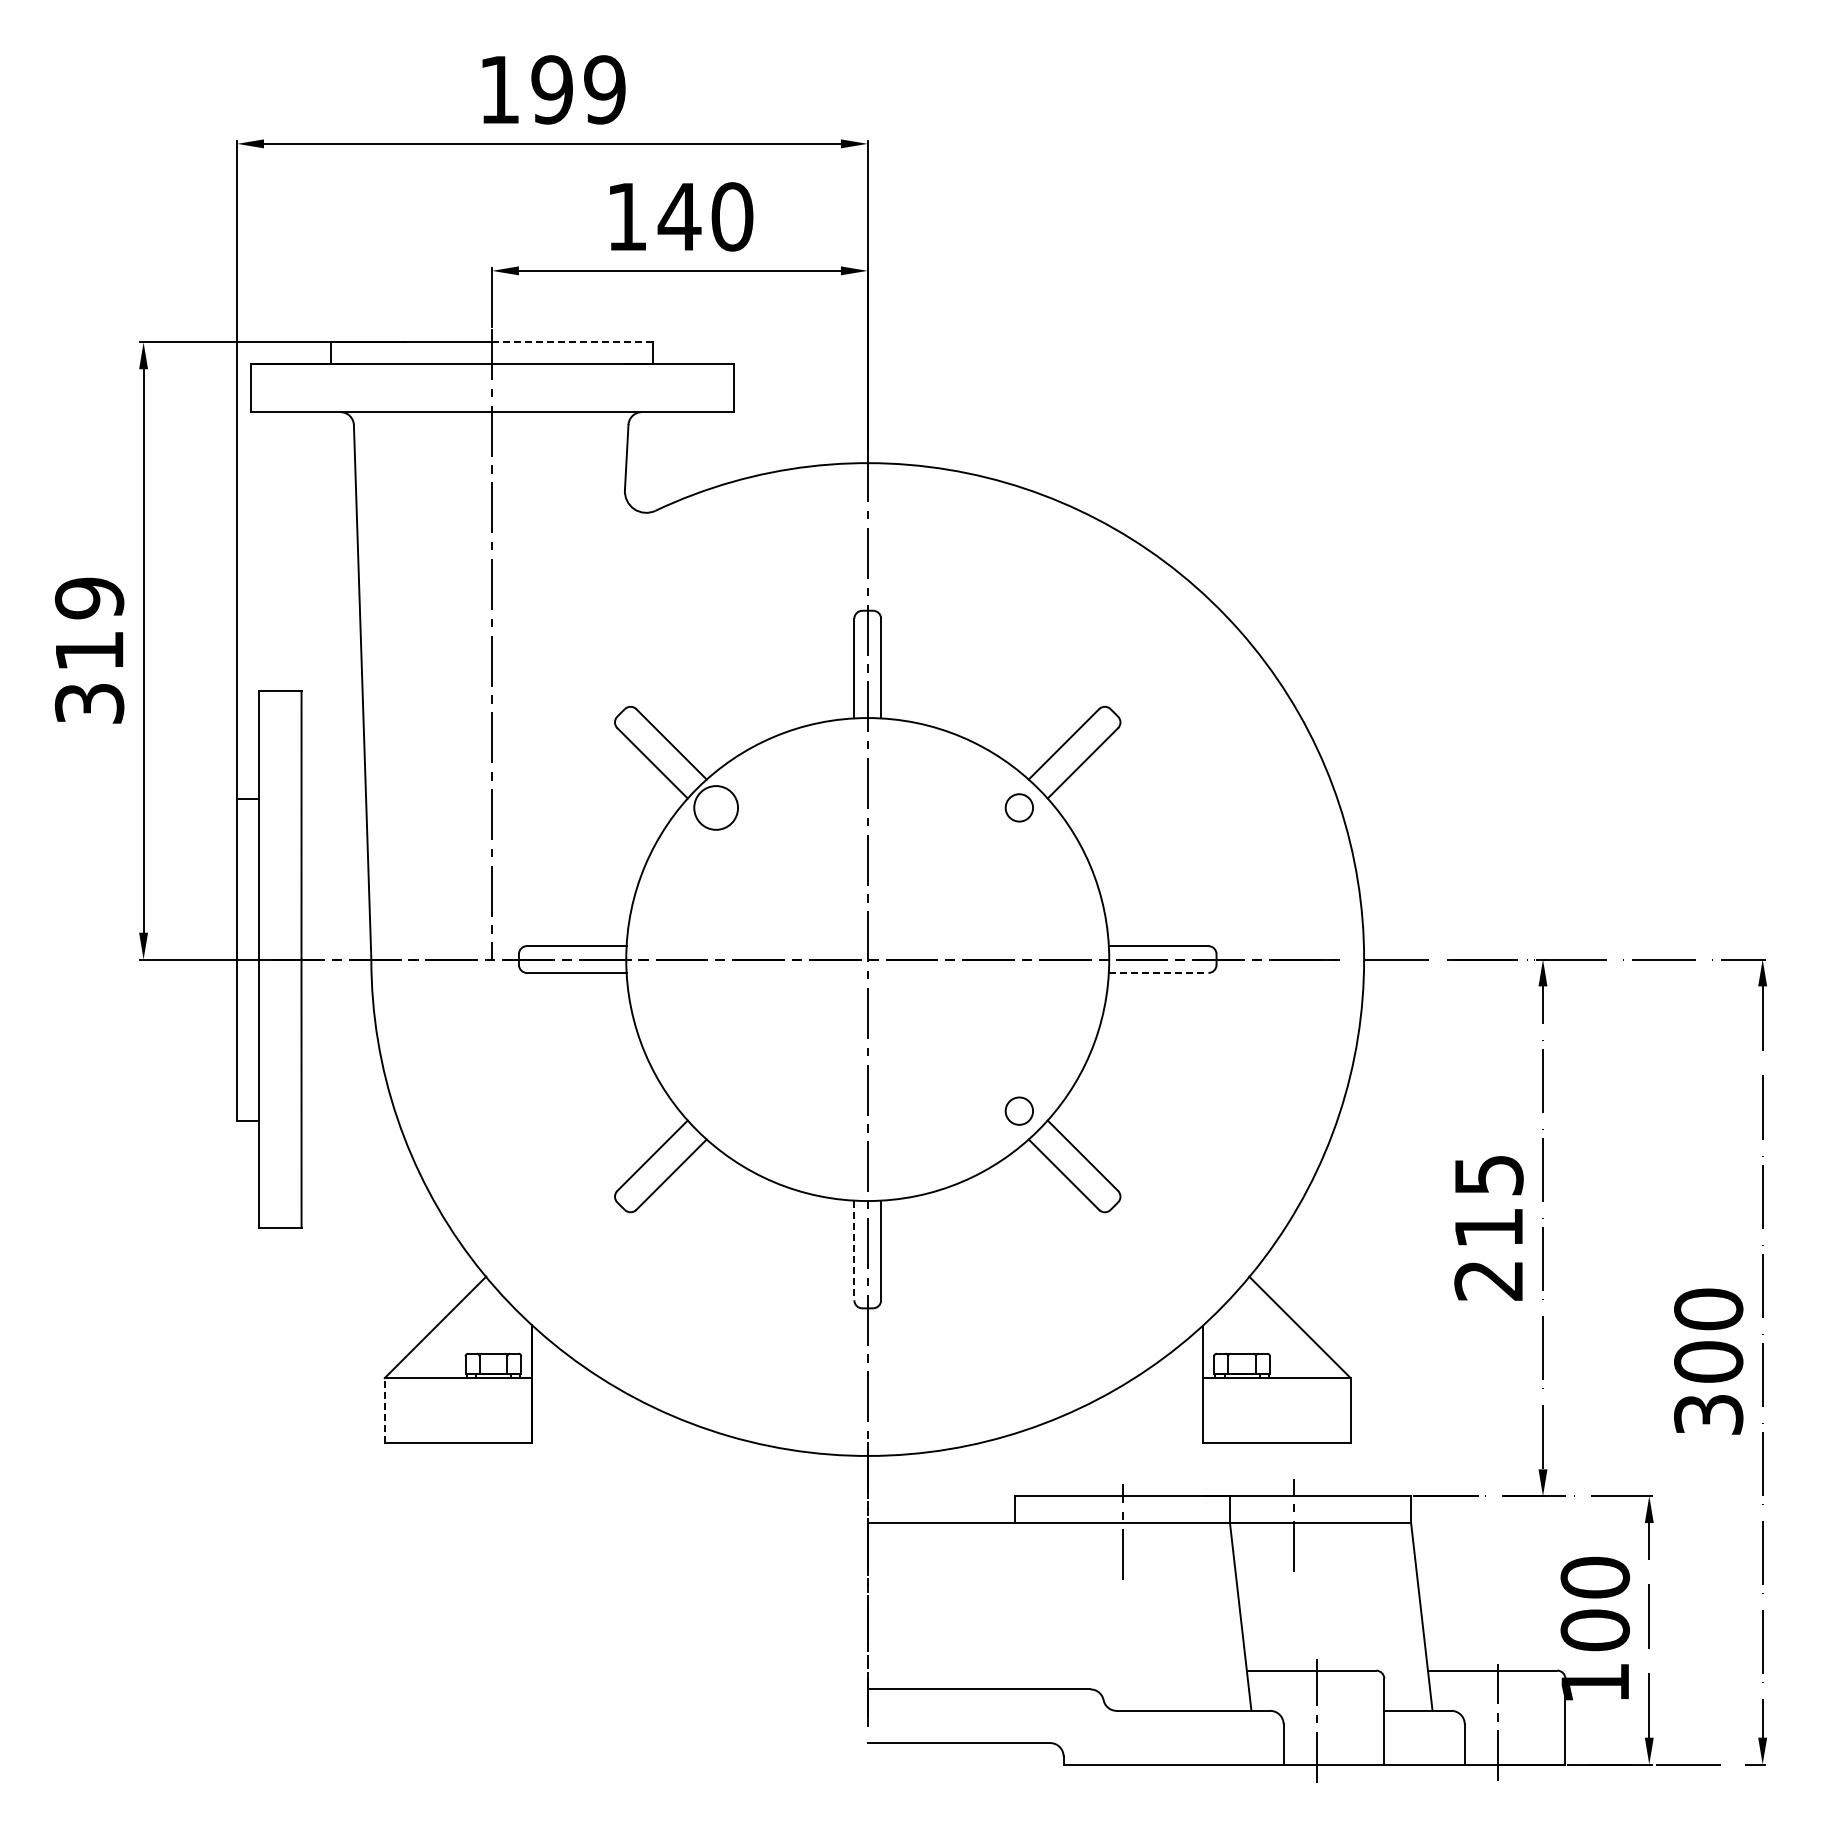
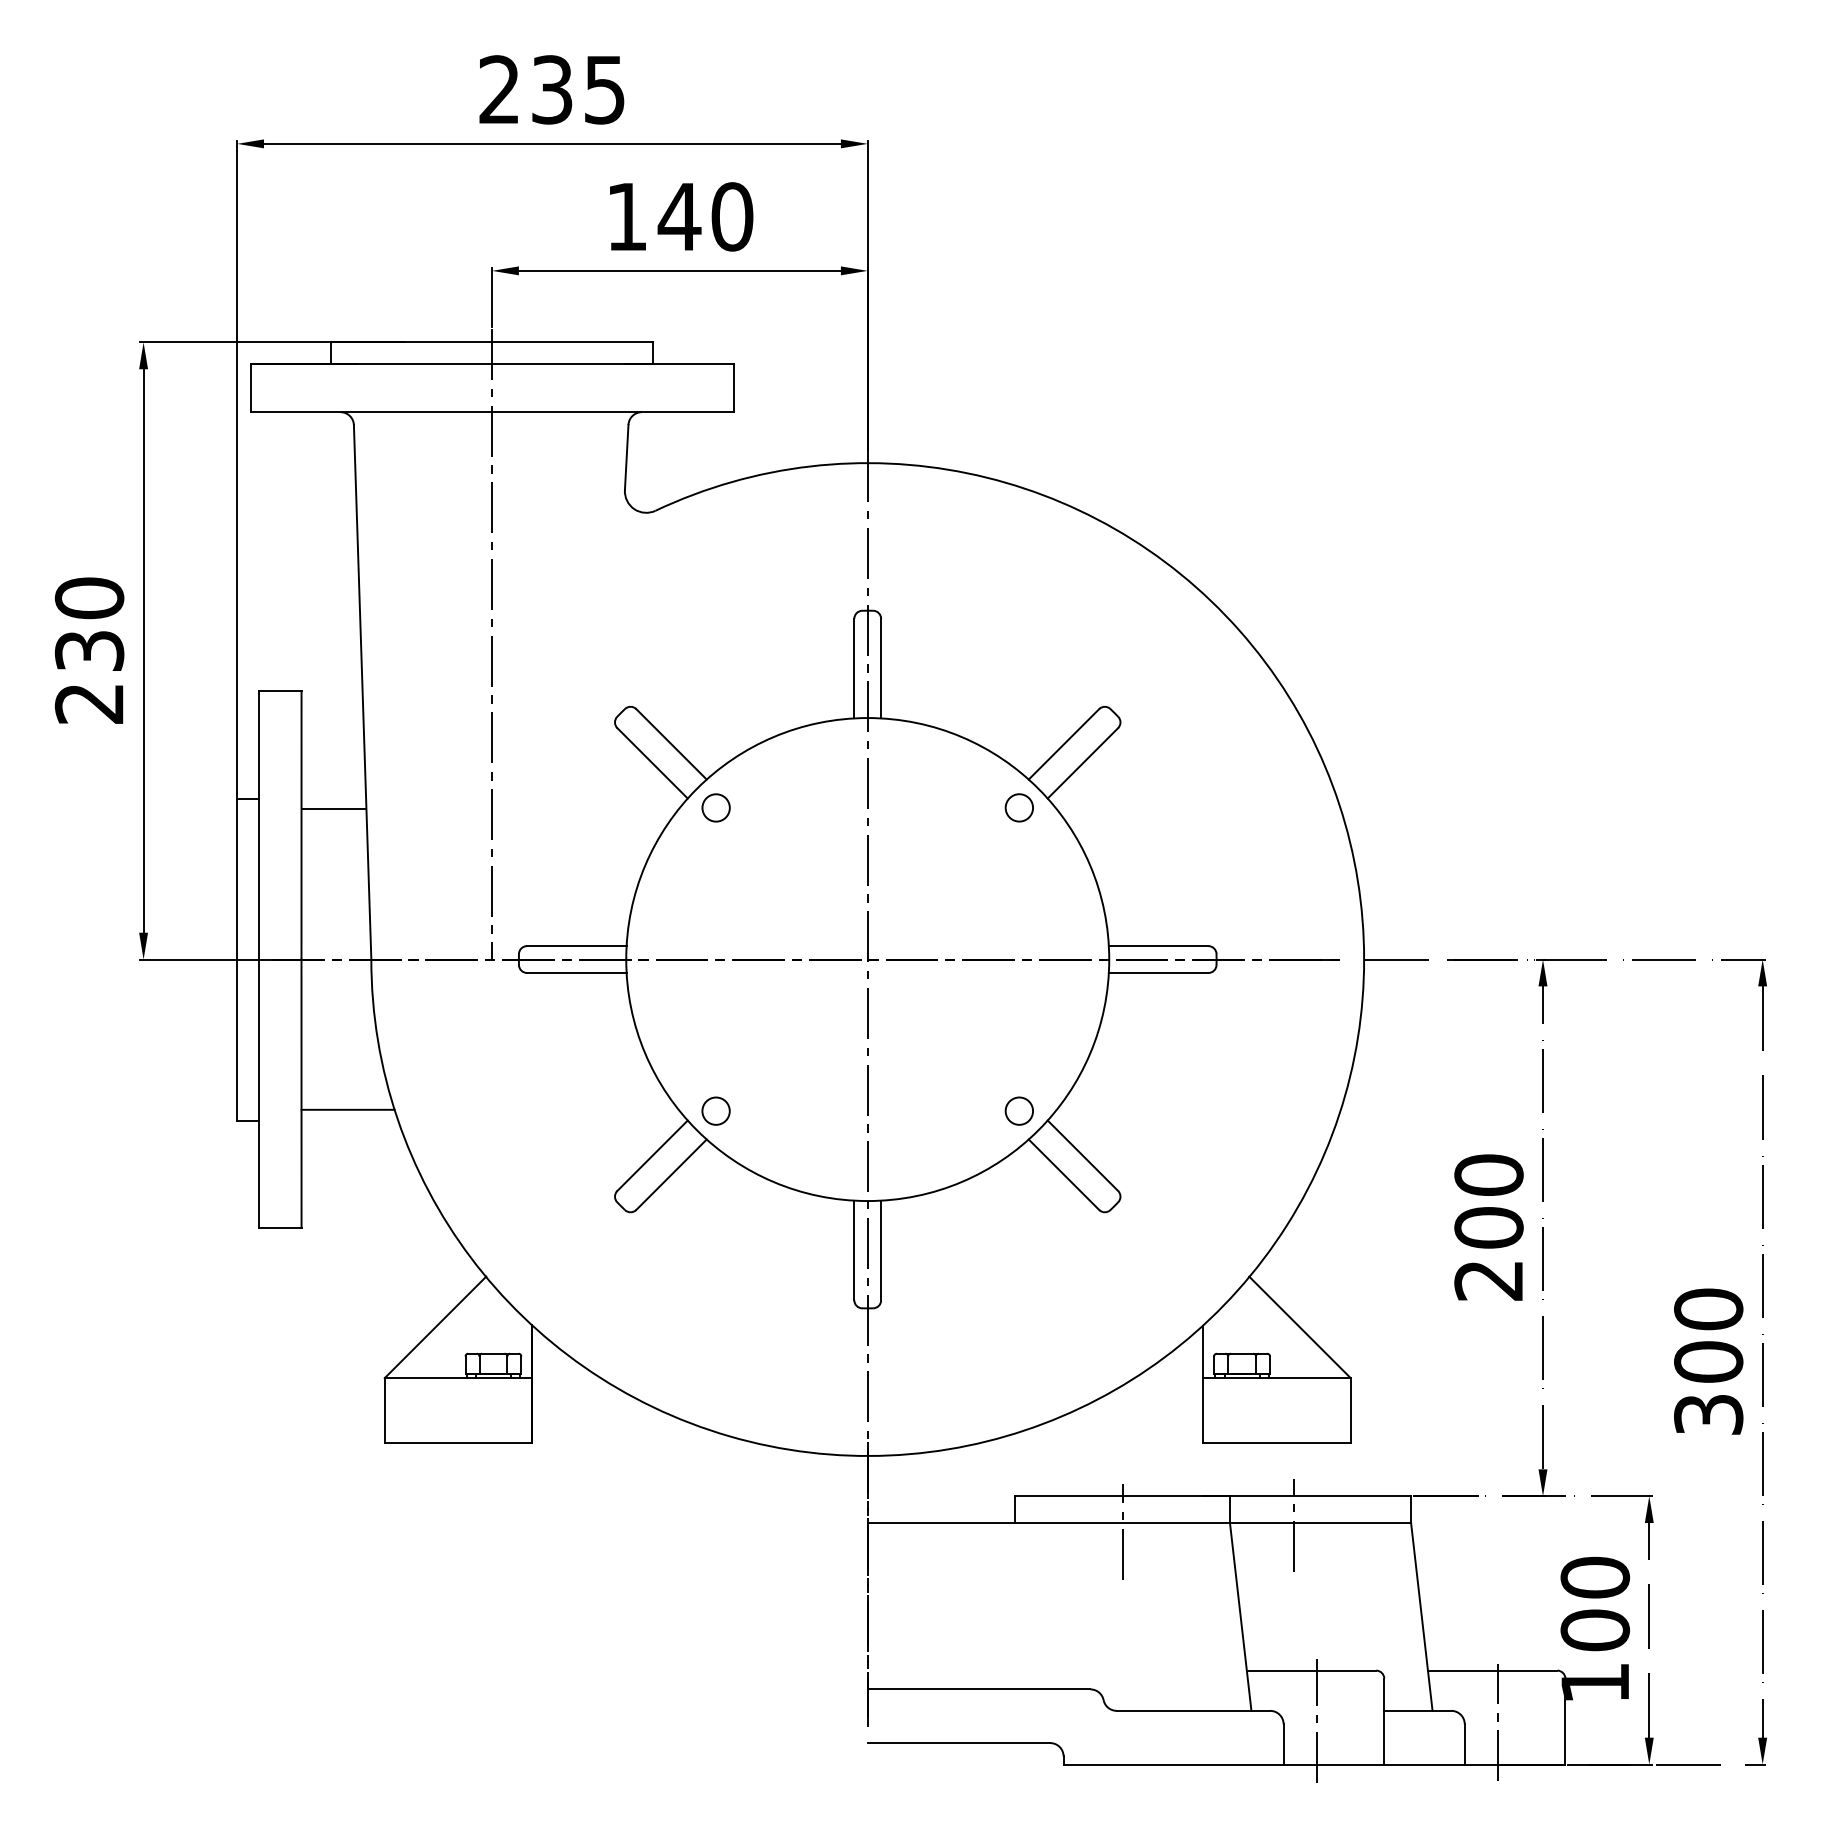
text at (552, 89): 199 -> 235
line at (573, 342): dashed -> solid
text at (89, 650): 319 -> 230
circle at (716, 807) diameter: 44 px -> 27 px
line at (333, 809): none -> present
line at (1158, 972): dashed -> solid
line at (347, 1109): none -> present
circle at (715, 1110): none -> present
text at (1488, 1201): 215 -> 200
line at (854, 1250): dashed -> solid
line at (384, 1409): dashed -> solid
